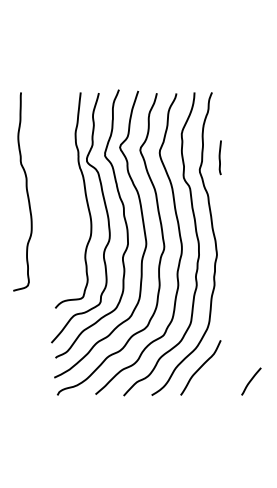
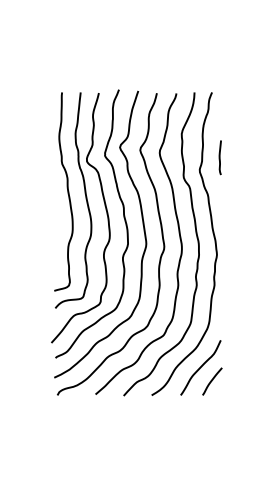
curve at (26, 191) position: (26, 191) -> (67, 191)
curve at (251, 381) position: (251, 381) -> (212, 381)
